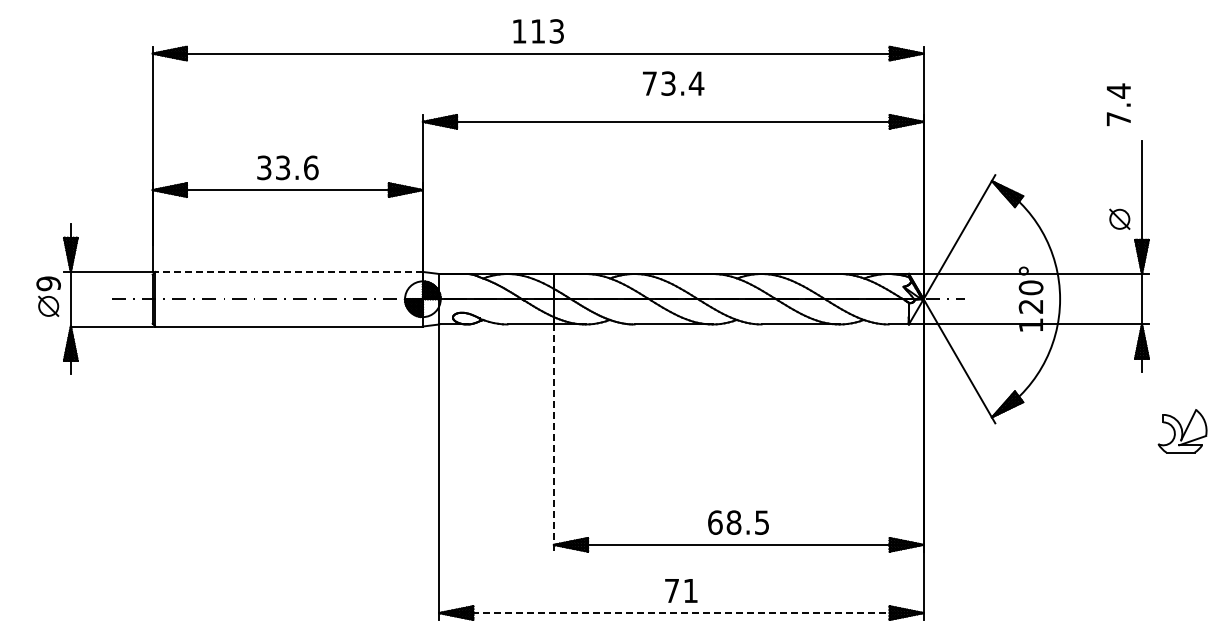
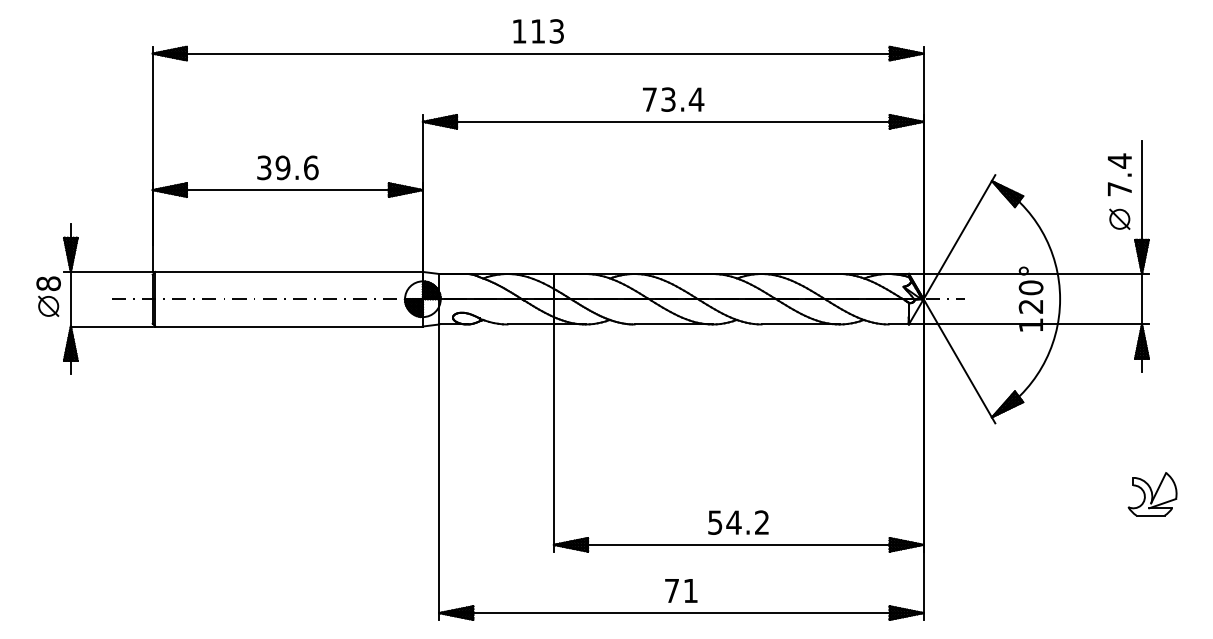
text at (673, 83) position: (673, 83) -> (673, 99)
text at (1118, 104) position: (1118, 104) -> (1119, 174)
text at (282, 167): 33.6 -> 39.6
line at (289, 271): dashed -> solid
text at (48, 283): 9 -> 8
part at (1182, 431) position: (1182, 431) -> (1152, 494)
line at (553, 438): dashed -> solid
text at (738, 522): 68.5 -> 54.2
line at (681, 613): dashed -> solid
